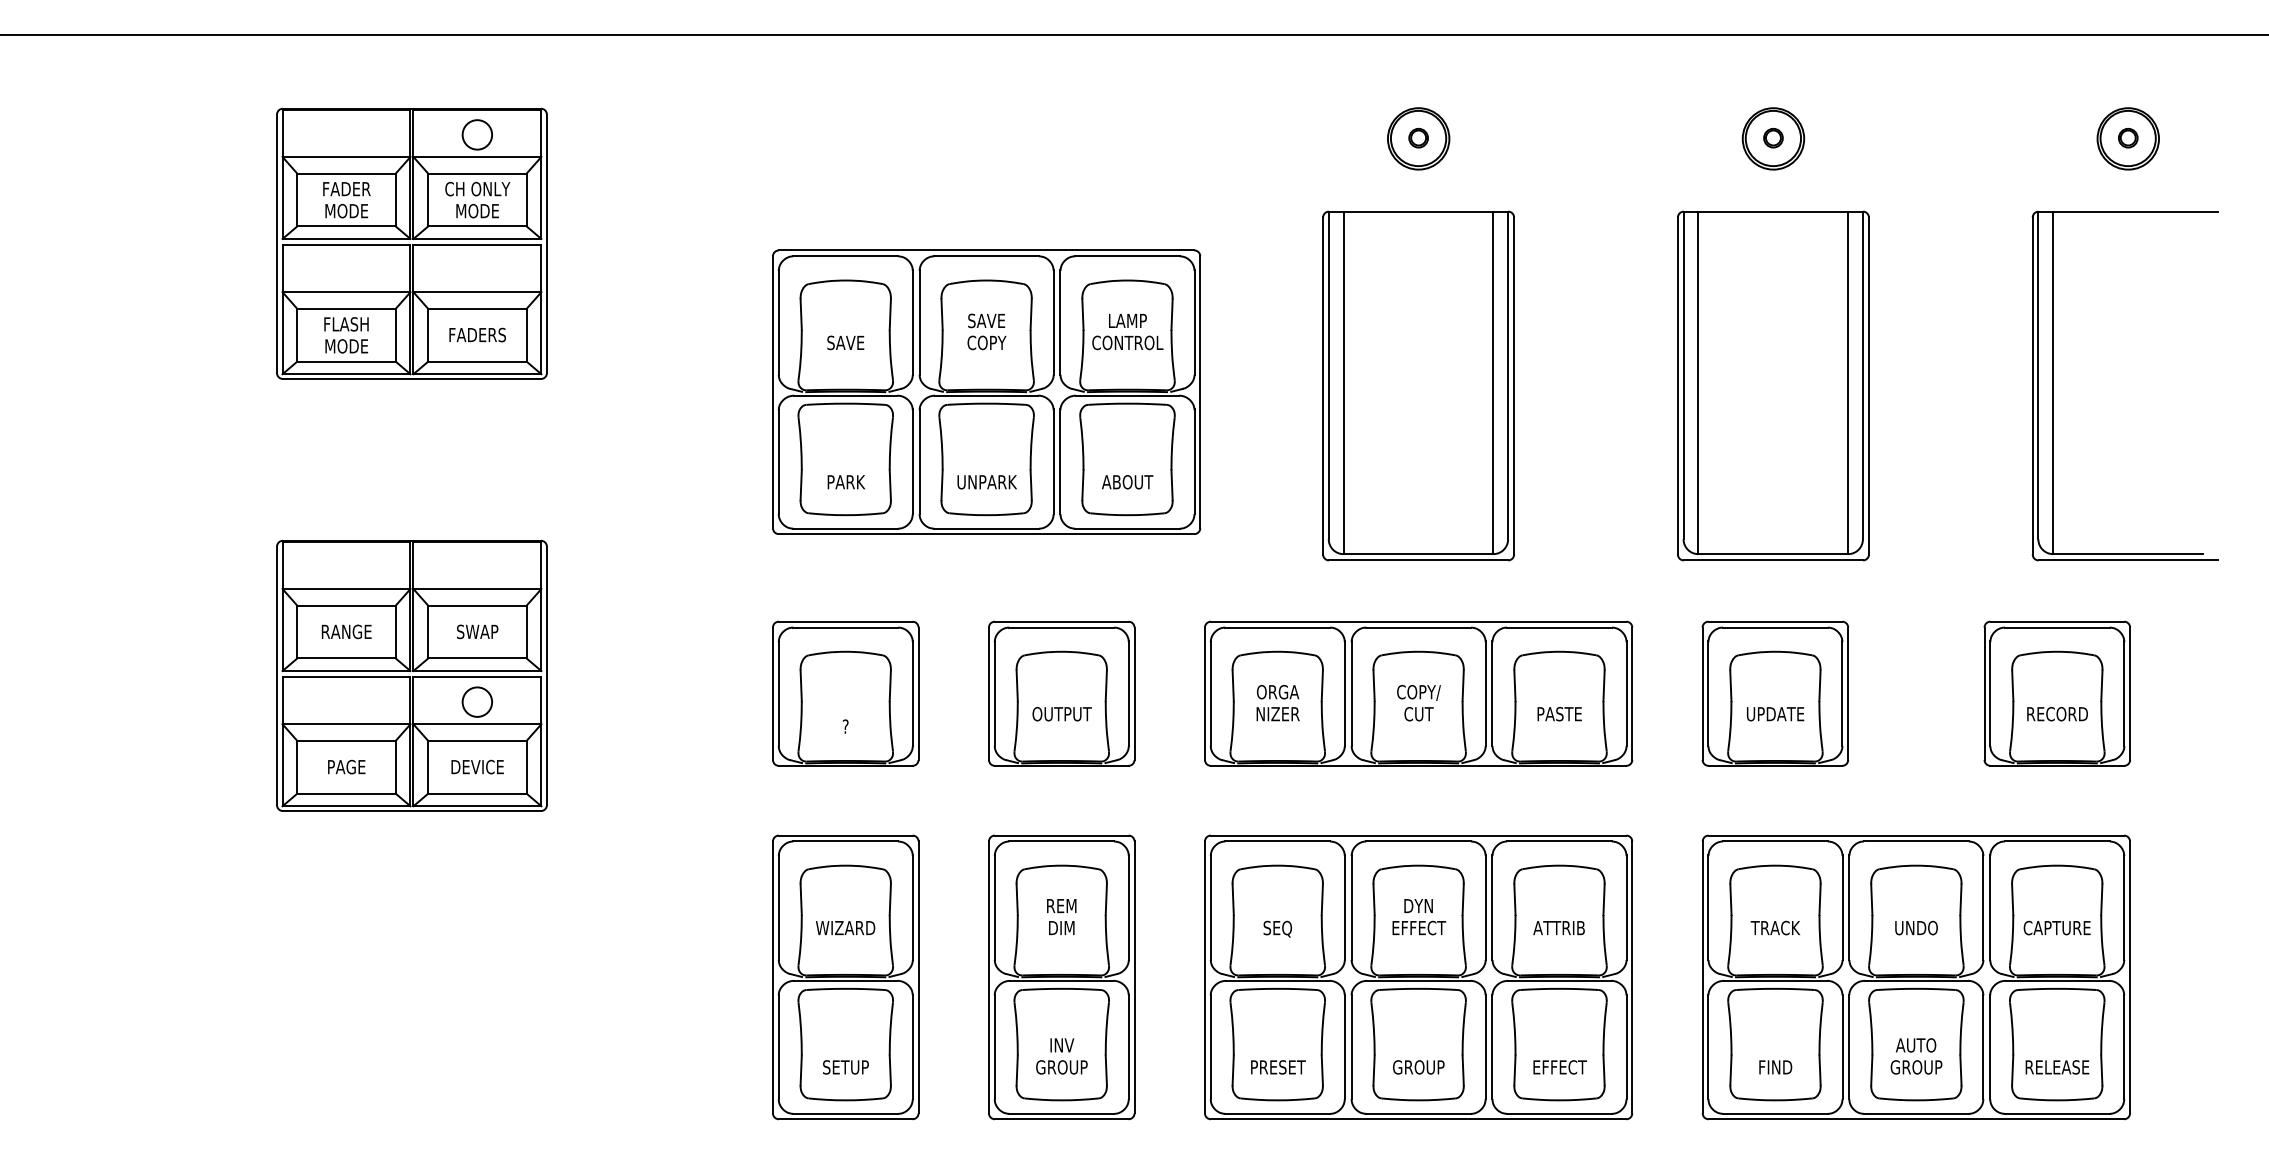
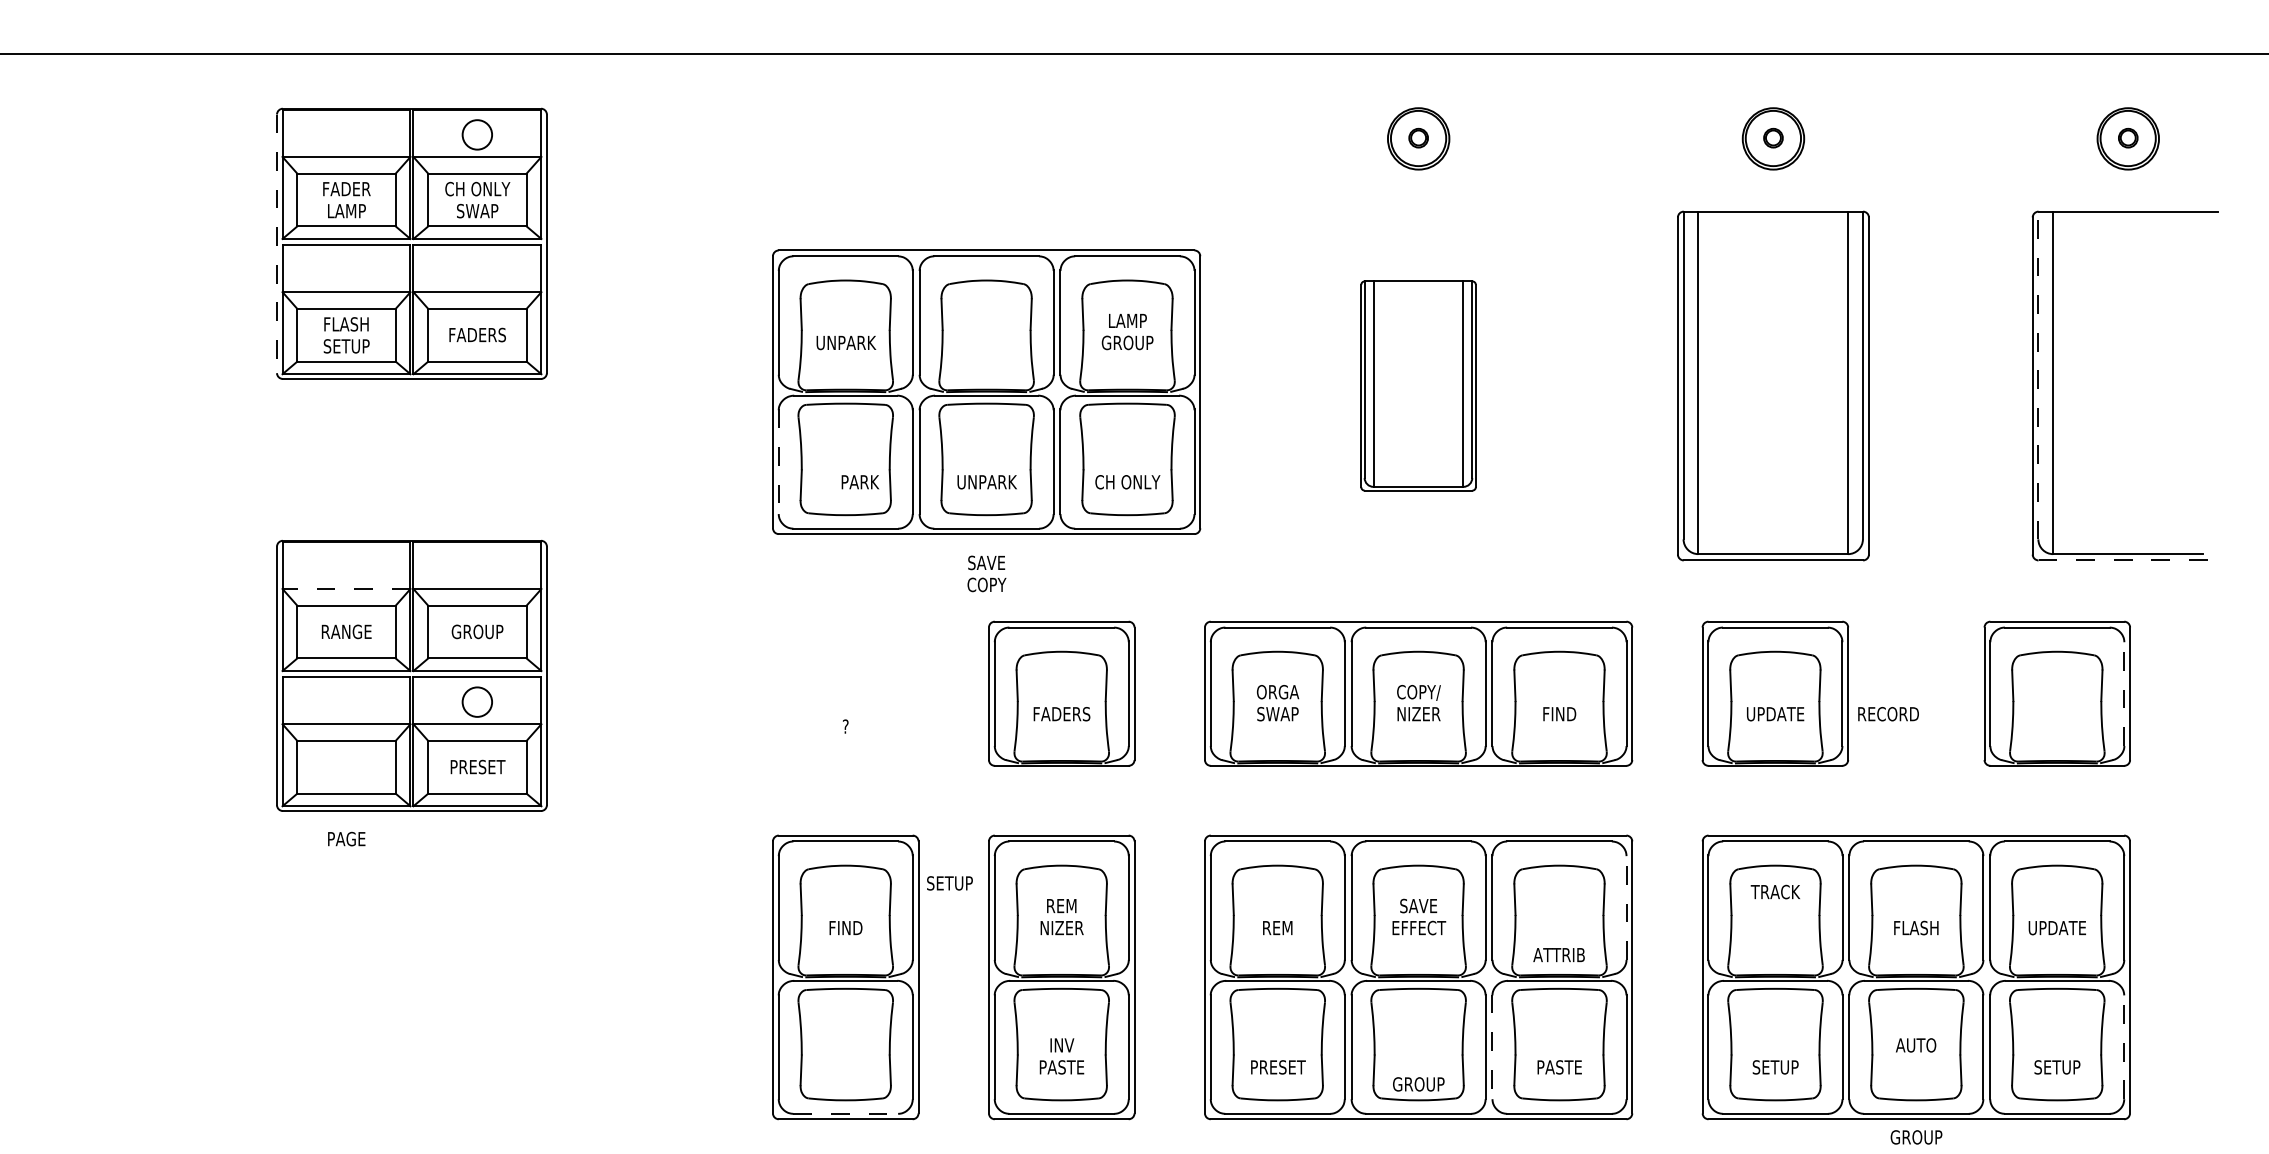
line at (1133, 34) position: (1133, 34) -> (1133, 53)
text at (346, 210): MODE -> LAMP
text at (477, 210): MODE -> SWAP
line at (277, 244): solid -> dashed
text at (986, 331) position: (986, 331) -> (986, 573)
text at (846, 342): SAVE -> UNPARK
text at (1127, 342): CONTROL -> GROUP
text at (346, 346): MODE -> SETUP
line at (2038, 375): solid -> dashed
part at (1418, 385) size: 193x352 px -> 117x212 px
line at (778, 462): solid -> dashed
text at (846, 482) position: (846, 482) -> (860, 482)
text at (1127, 482): ABOUT -> CH ONLY
line at (2128, 560): solid -> dashed
line at (346, 589): solid -> dashed
text at (477, 631): SWAP -> GROUP
part at (845, 693): present -> none
line at (2124, 693): solid -> dashed
text at (1061, 714): OUTPUT -> FADERS
text at (1277, 714): NIZER -> SWAP
text at (1418, 714): CUT -> NIZER
text at (1559, 714): PASTE -> FIND
text at (2057, 714) position: (2057, 714) -> (1888, 714)
text at (346, 766) position: (346, 766) -> (346, 838)
text at (477, 766): DEVICE -> PRESET
text at (1418, 905): DYN -> SAVE
line at (1626, 907): solid -> dashed
text at (1774, 927) position: (1774, 927) -> (1774, 891)
text at (1916, 927): UNDO -> FLASH
text at (2056, 927): CAPTURE -> UPDATE
text at (845, 928): WIZARD -> FIND
text at (1061, 928): DIM -> NIZER
text at (1277, 928): SEQ -> REM
text at (1558, 928) position: (1558, 928) -> (1558, 955)
line at (2124, 1046): solid -> dashed
line at (1492, 1047): solid -> dashed
text at (845, 1067) position: (845, 1067) -> (949, 883)
text at (1061, 1067): GROUP -> PASTE
text at (1418, 1067) position: (1418, 1067) -> (1418, 1084)
text at (1559, 1067): EFFECT -> PASTE
text at (1775, 1067): FIND -> SETUP
text at (1916, 1067) position: (1916, 1067) -> (1916, 1137)
text at (2057, 1067): RELEASE -> SETUP
line at (846, 1113): solid -> dashed
